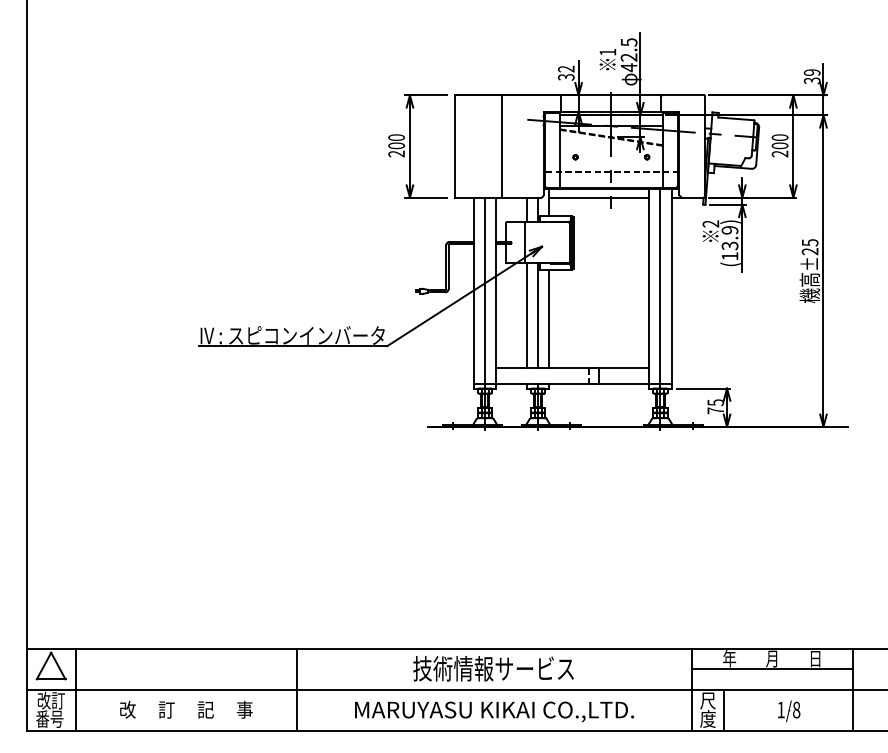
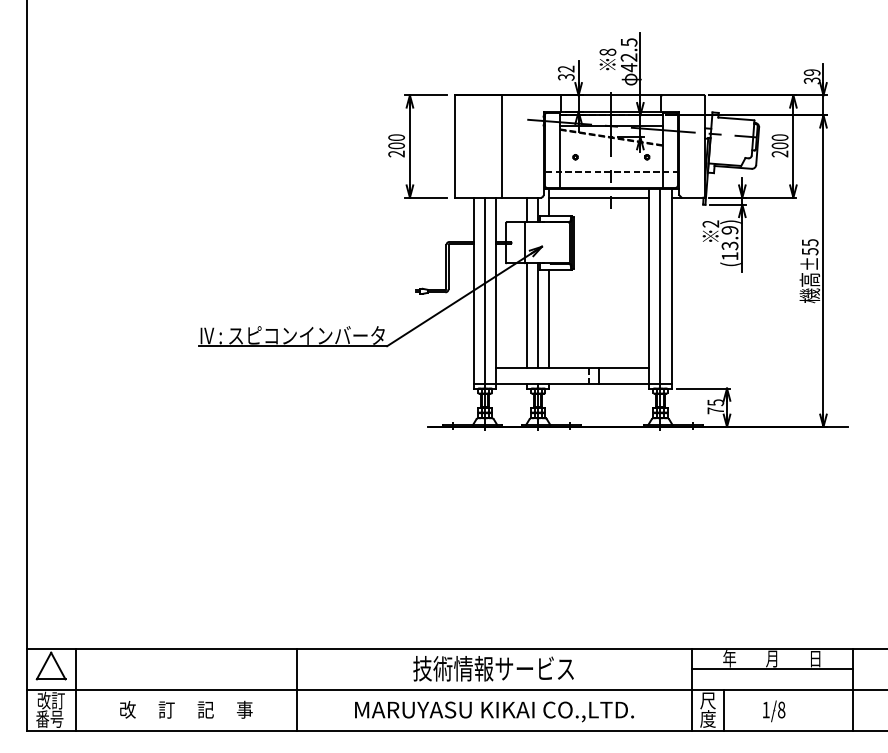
text at (607, 51): 1 -> 8
text at (809, 251): ±25 -> ±55
part at (789, 711) position: (789, 711) -> (774, 711)
